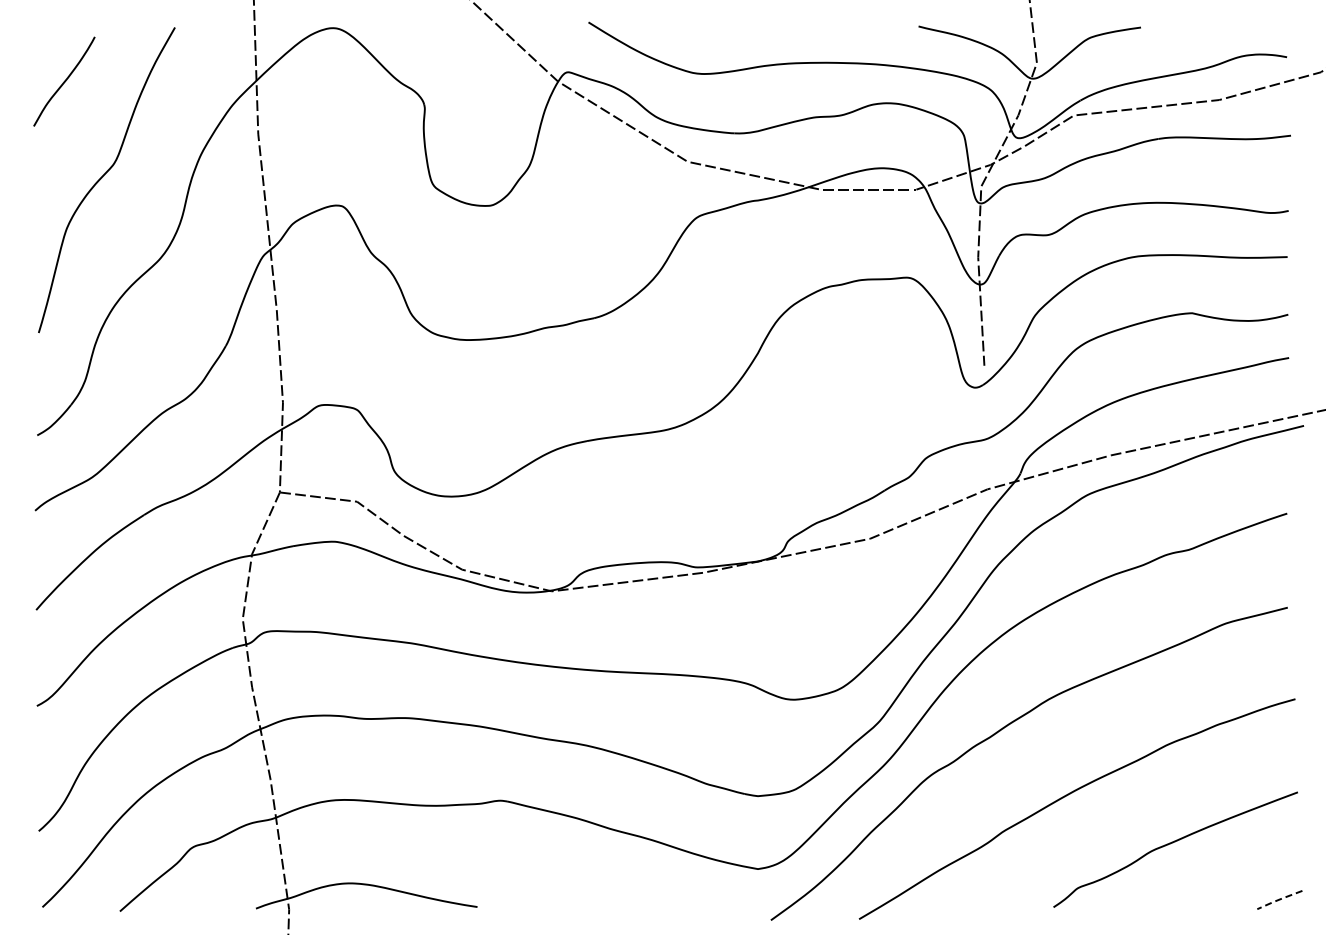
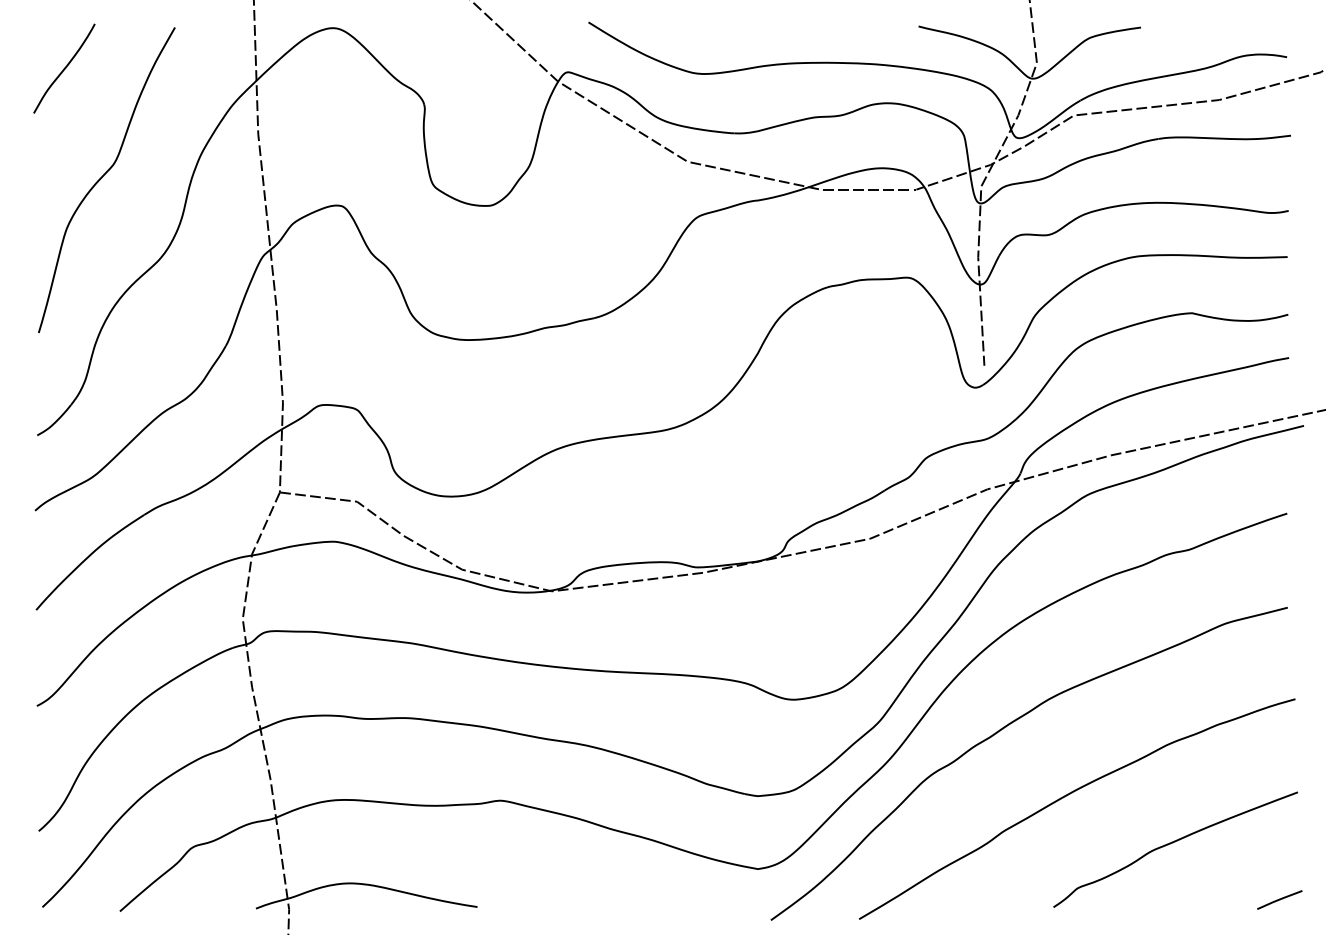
curve at (64, 81) position: (64, 81) -> (64, 68)
line at (1279, 899): dashed -> solid
